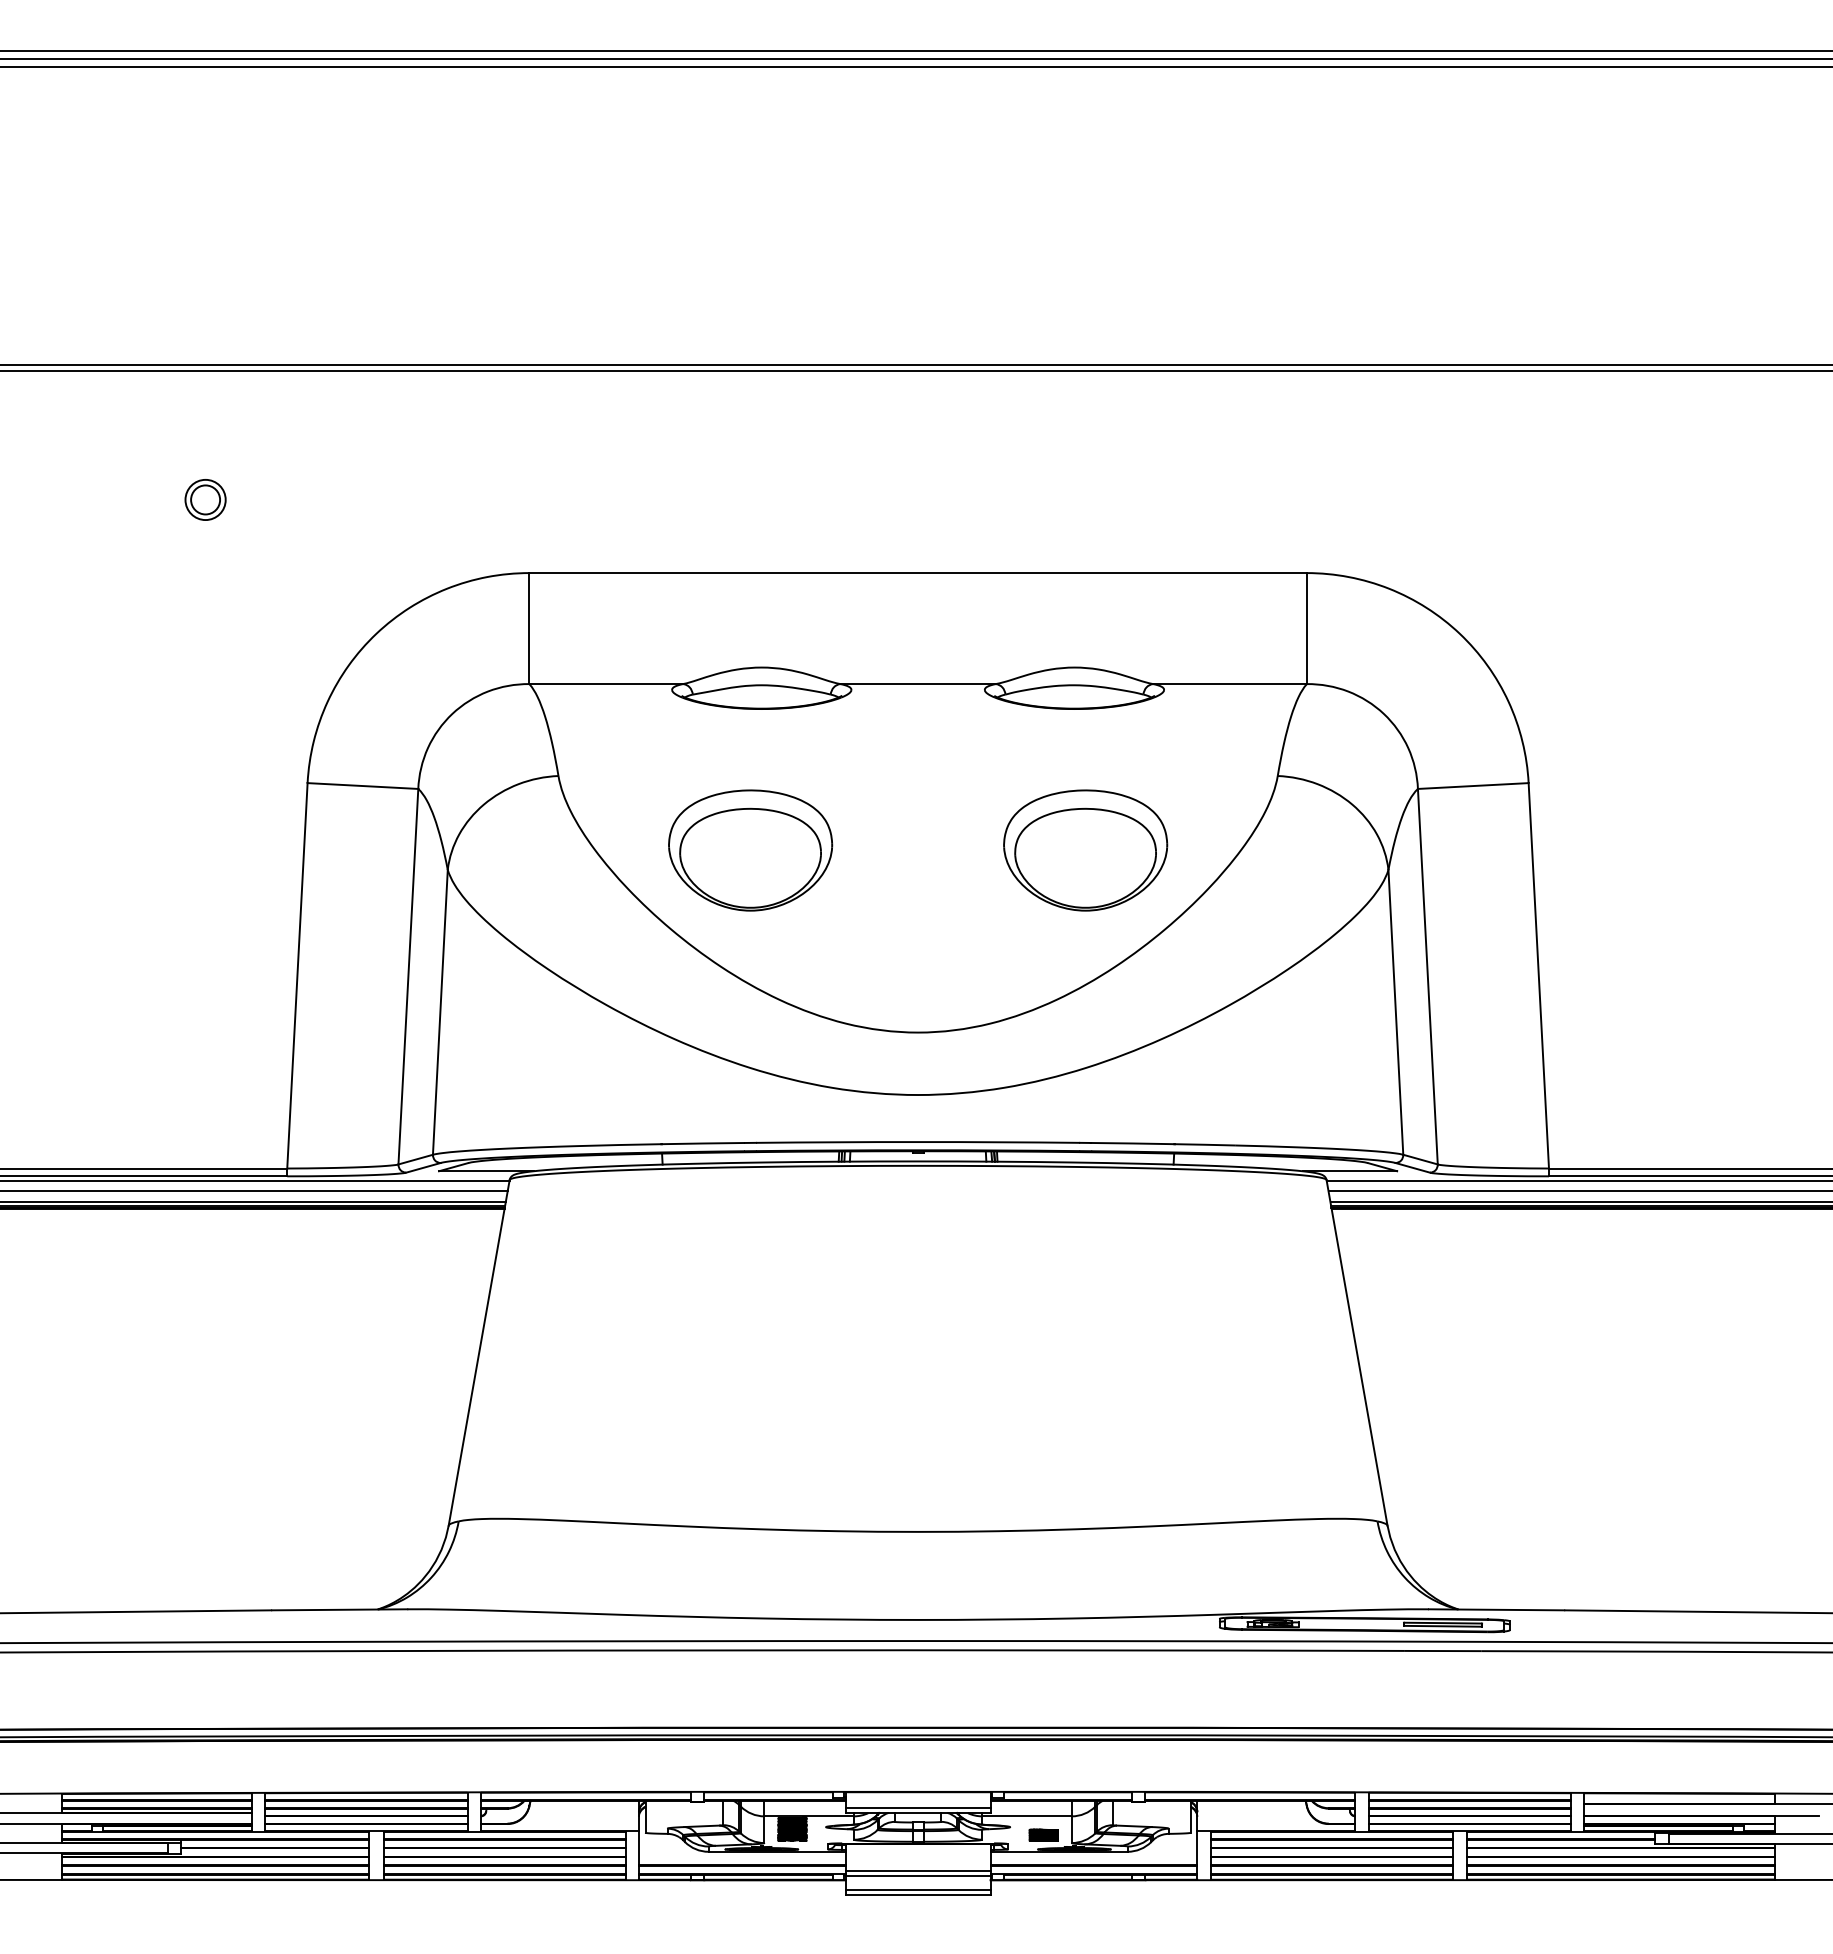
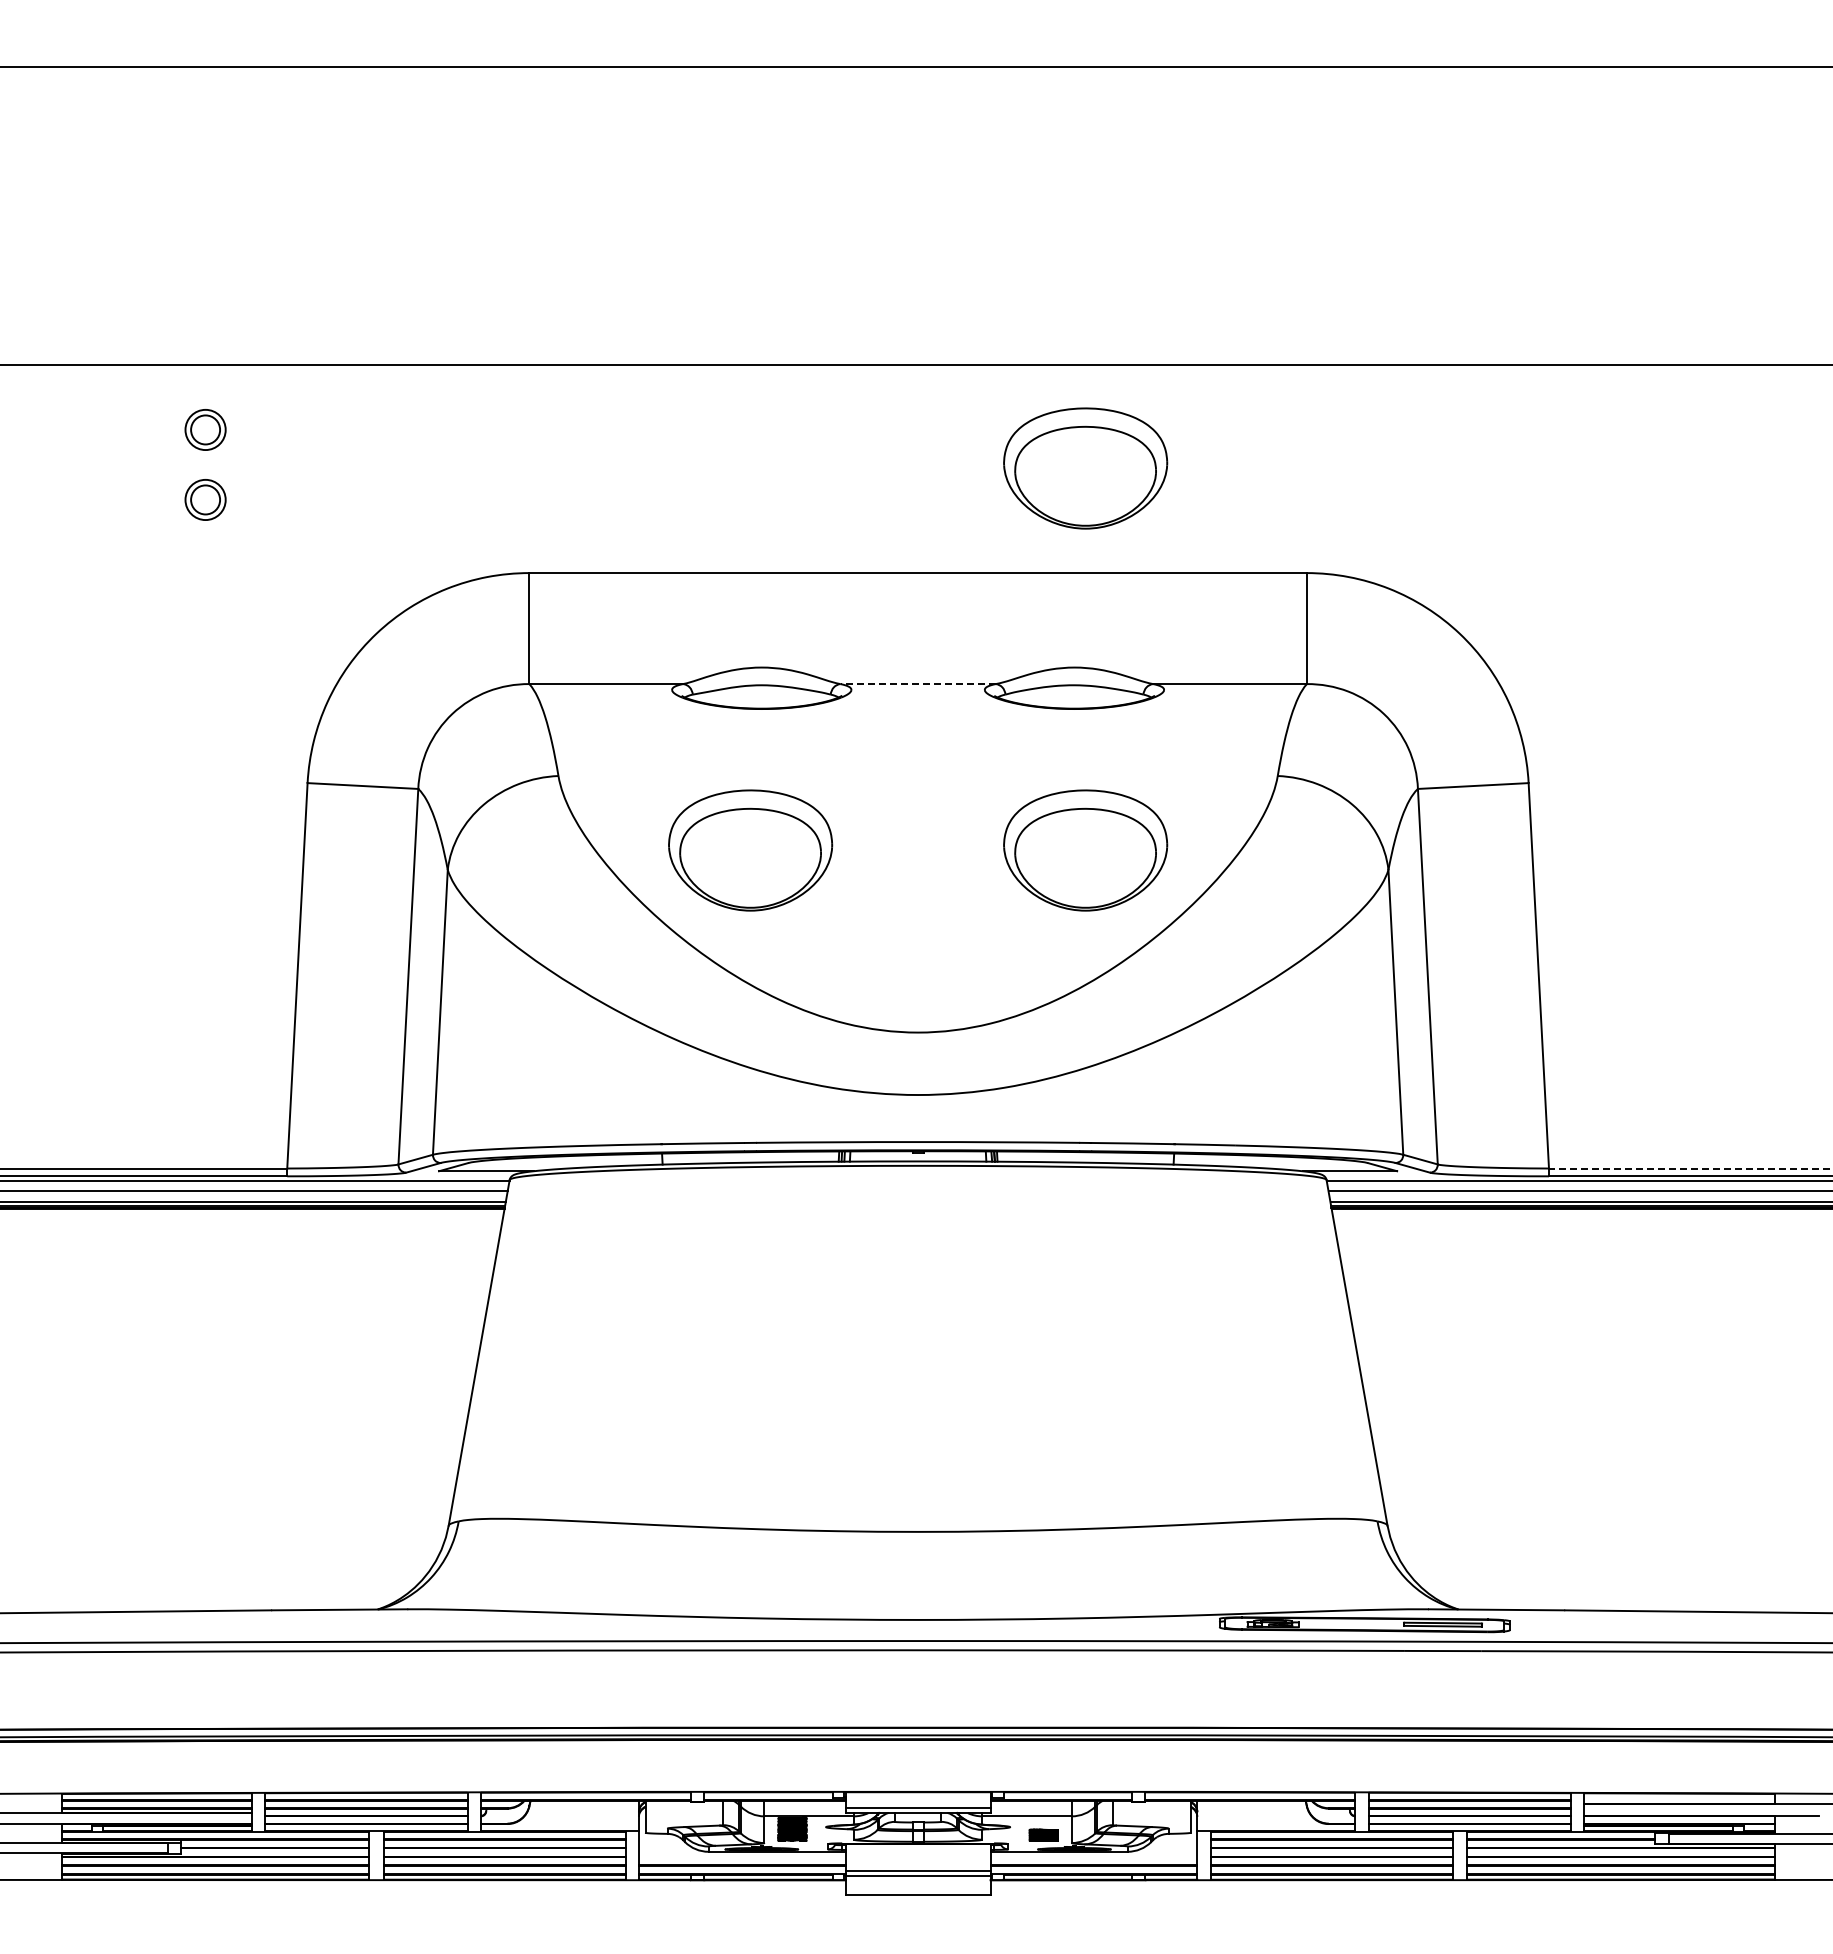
line at (915, 50): present -> none
line at (915, 58): present -> none
line at (915, 371): present -> none
part at (205, 429): none -> present
part at (1085, 468): none -> present
line at (918, 684): solid -> dashed
line at (1690, 1168): solid -> dashed
line at (917, 1890): present -> none
